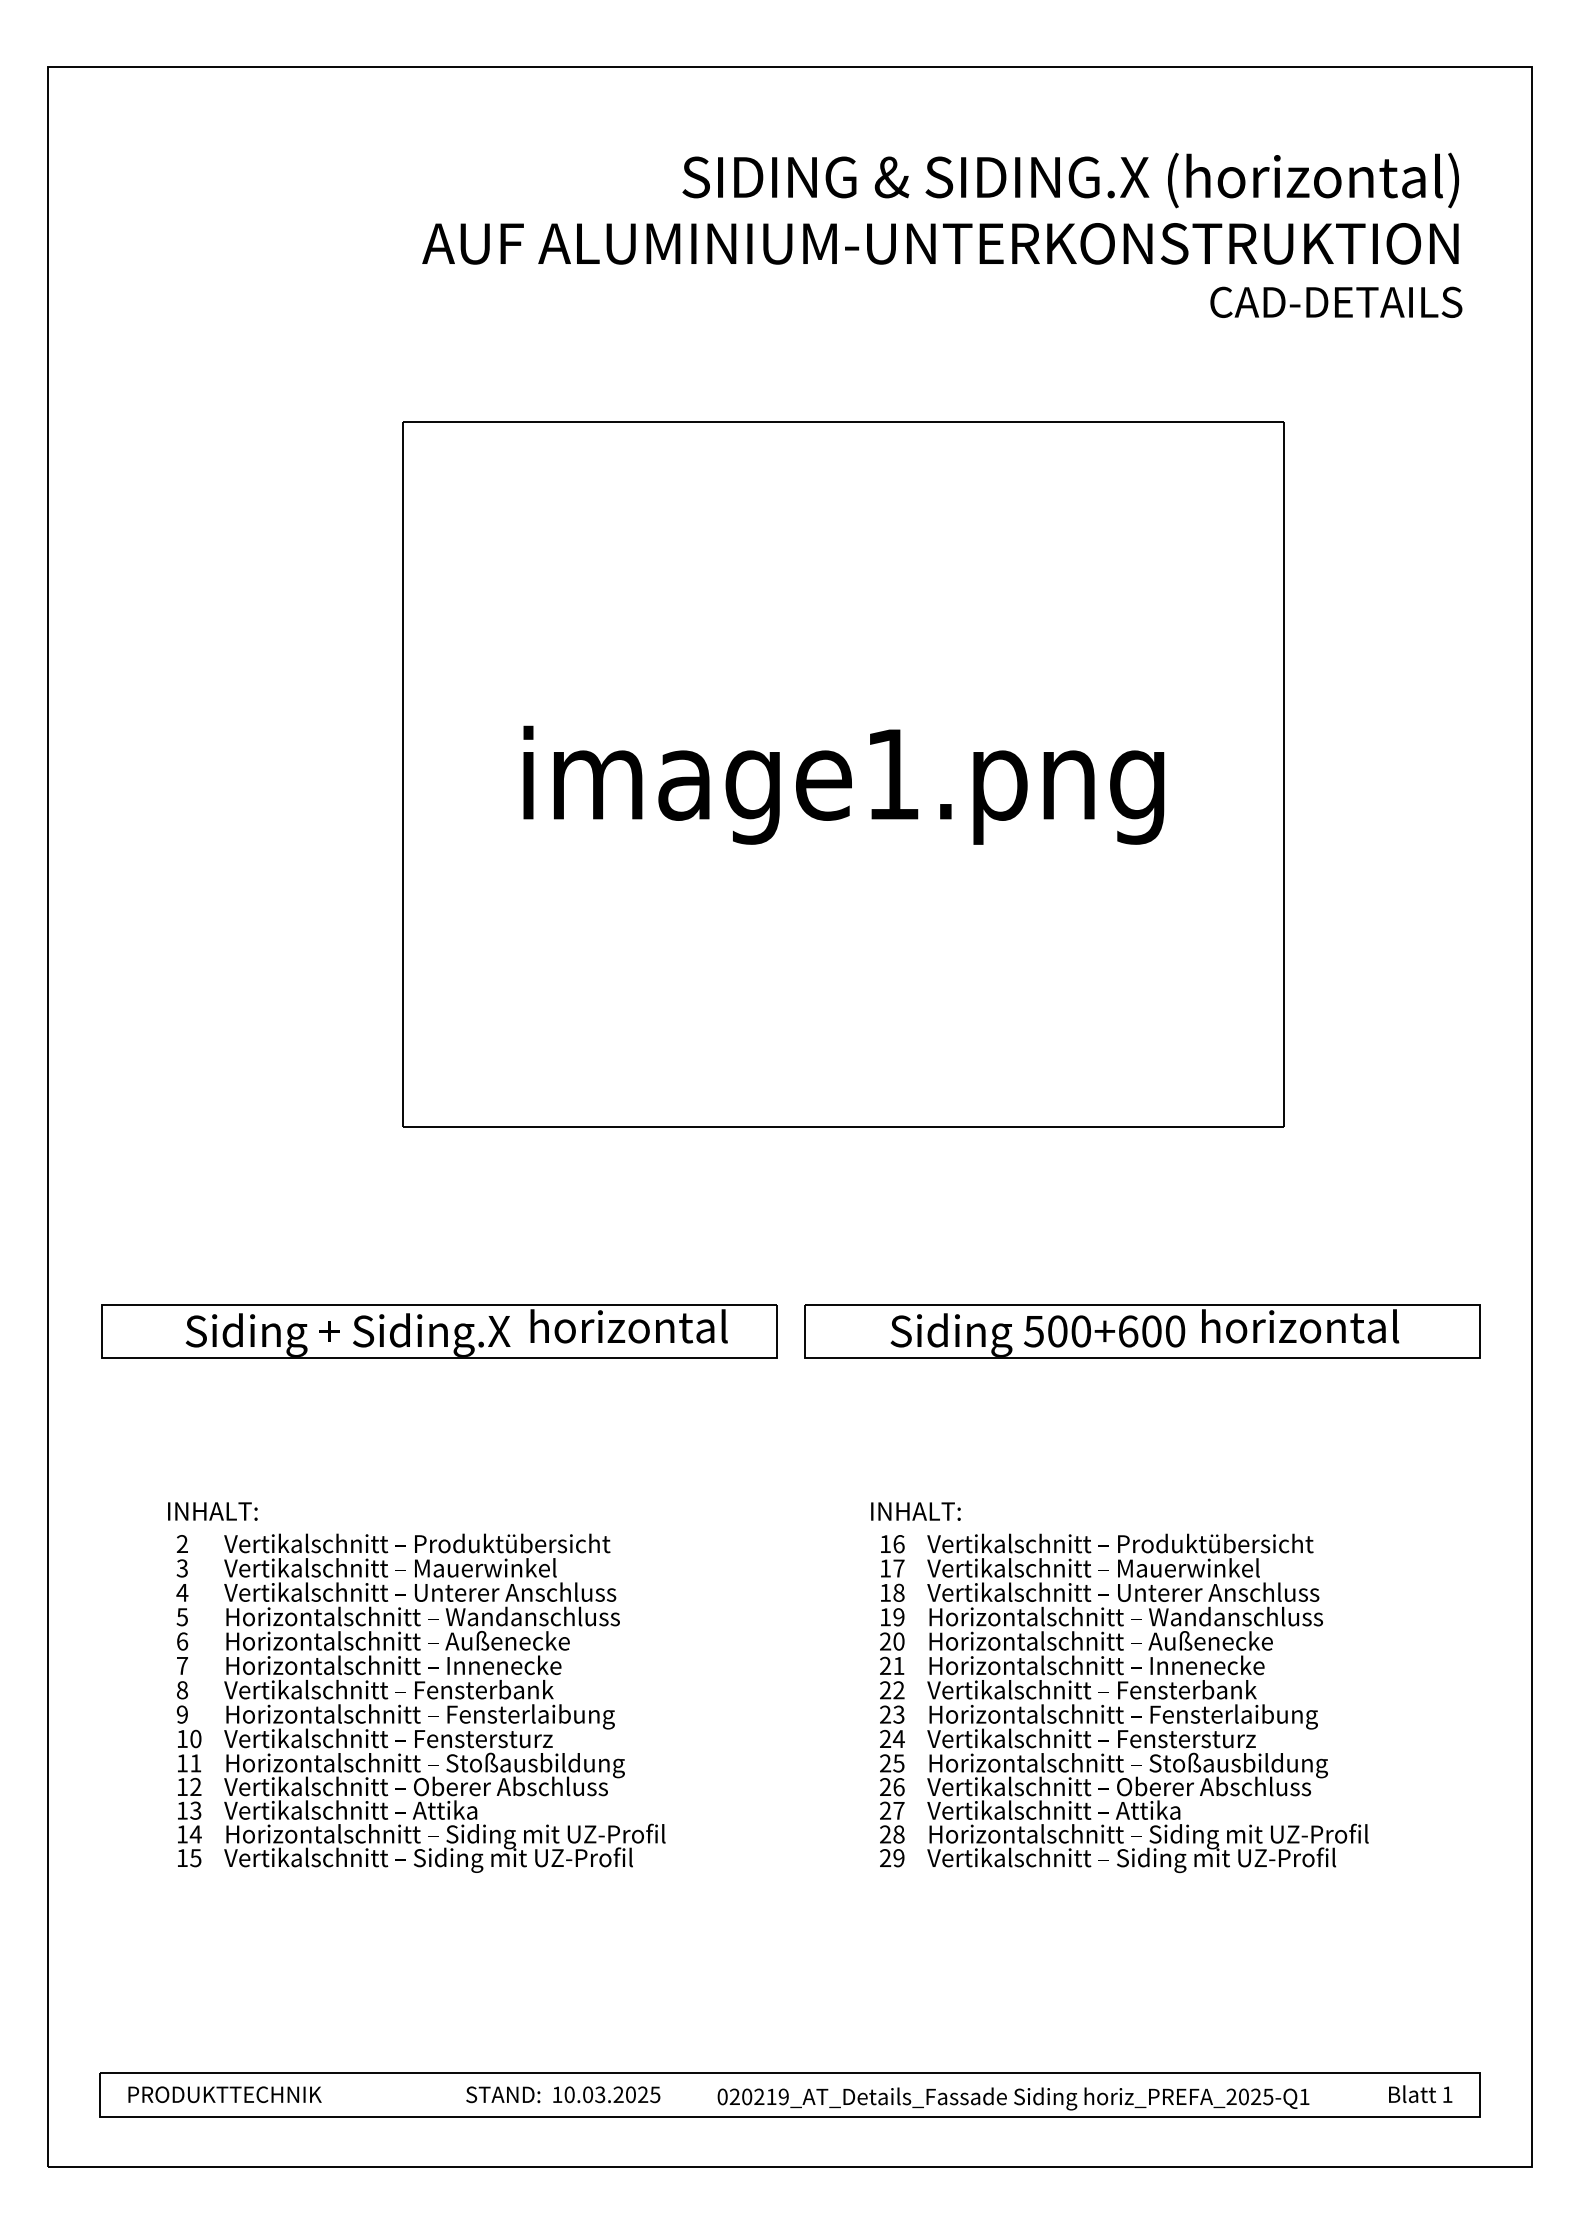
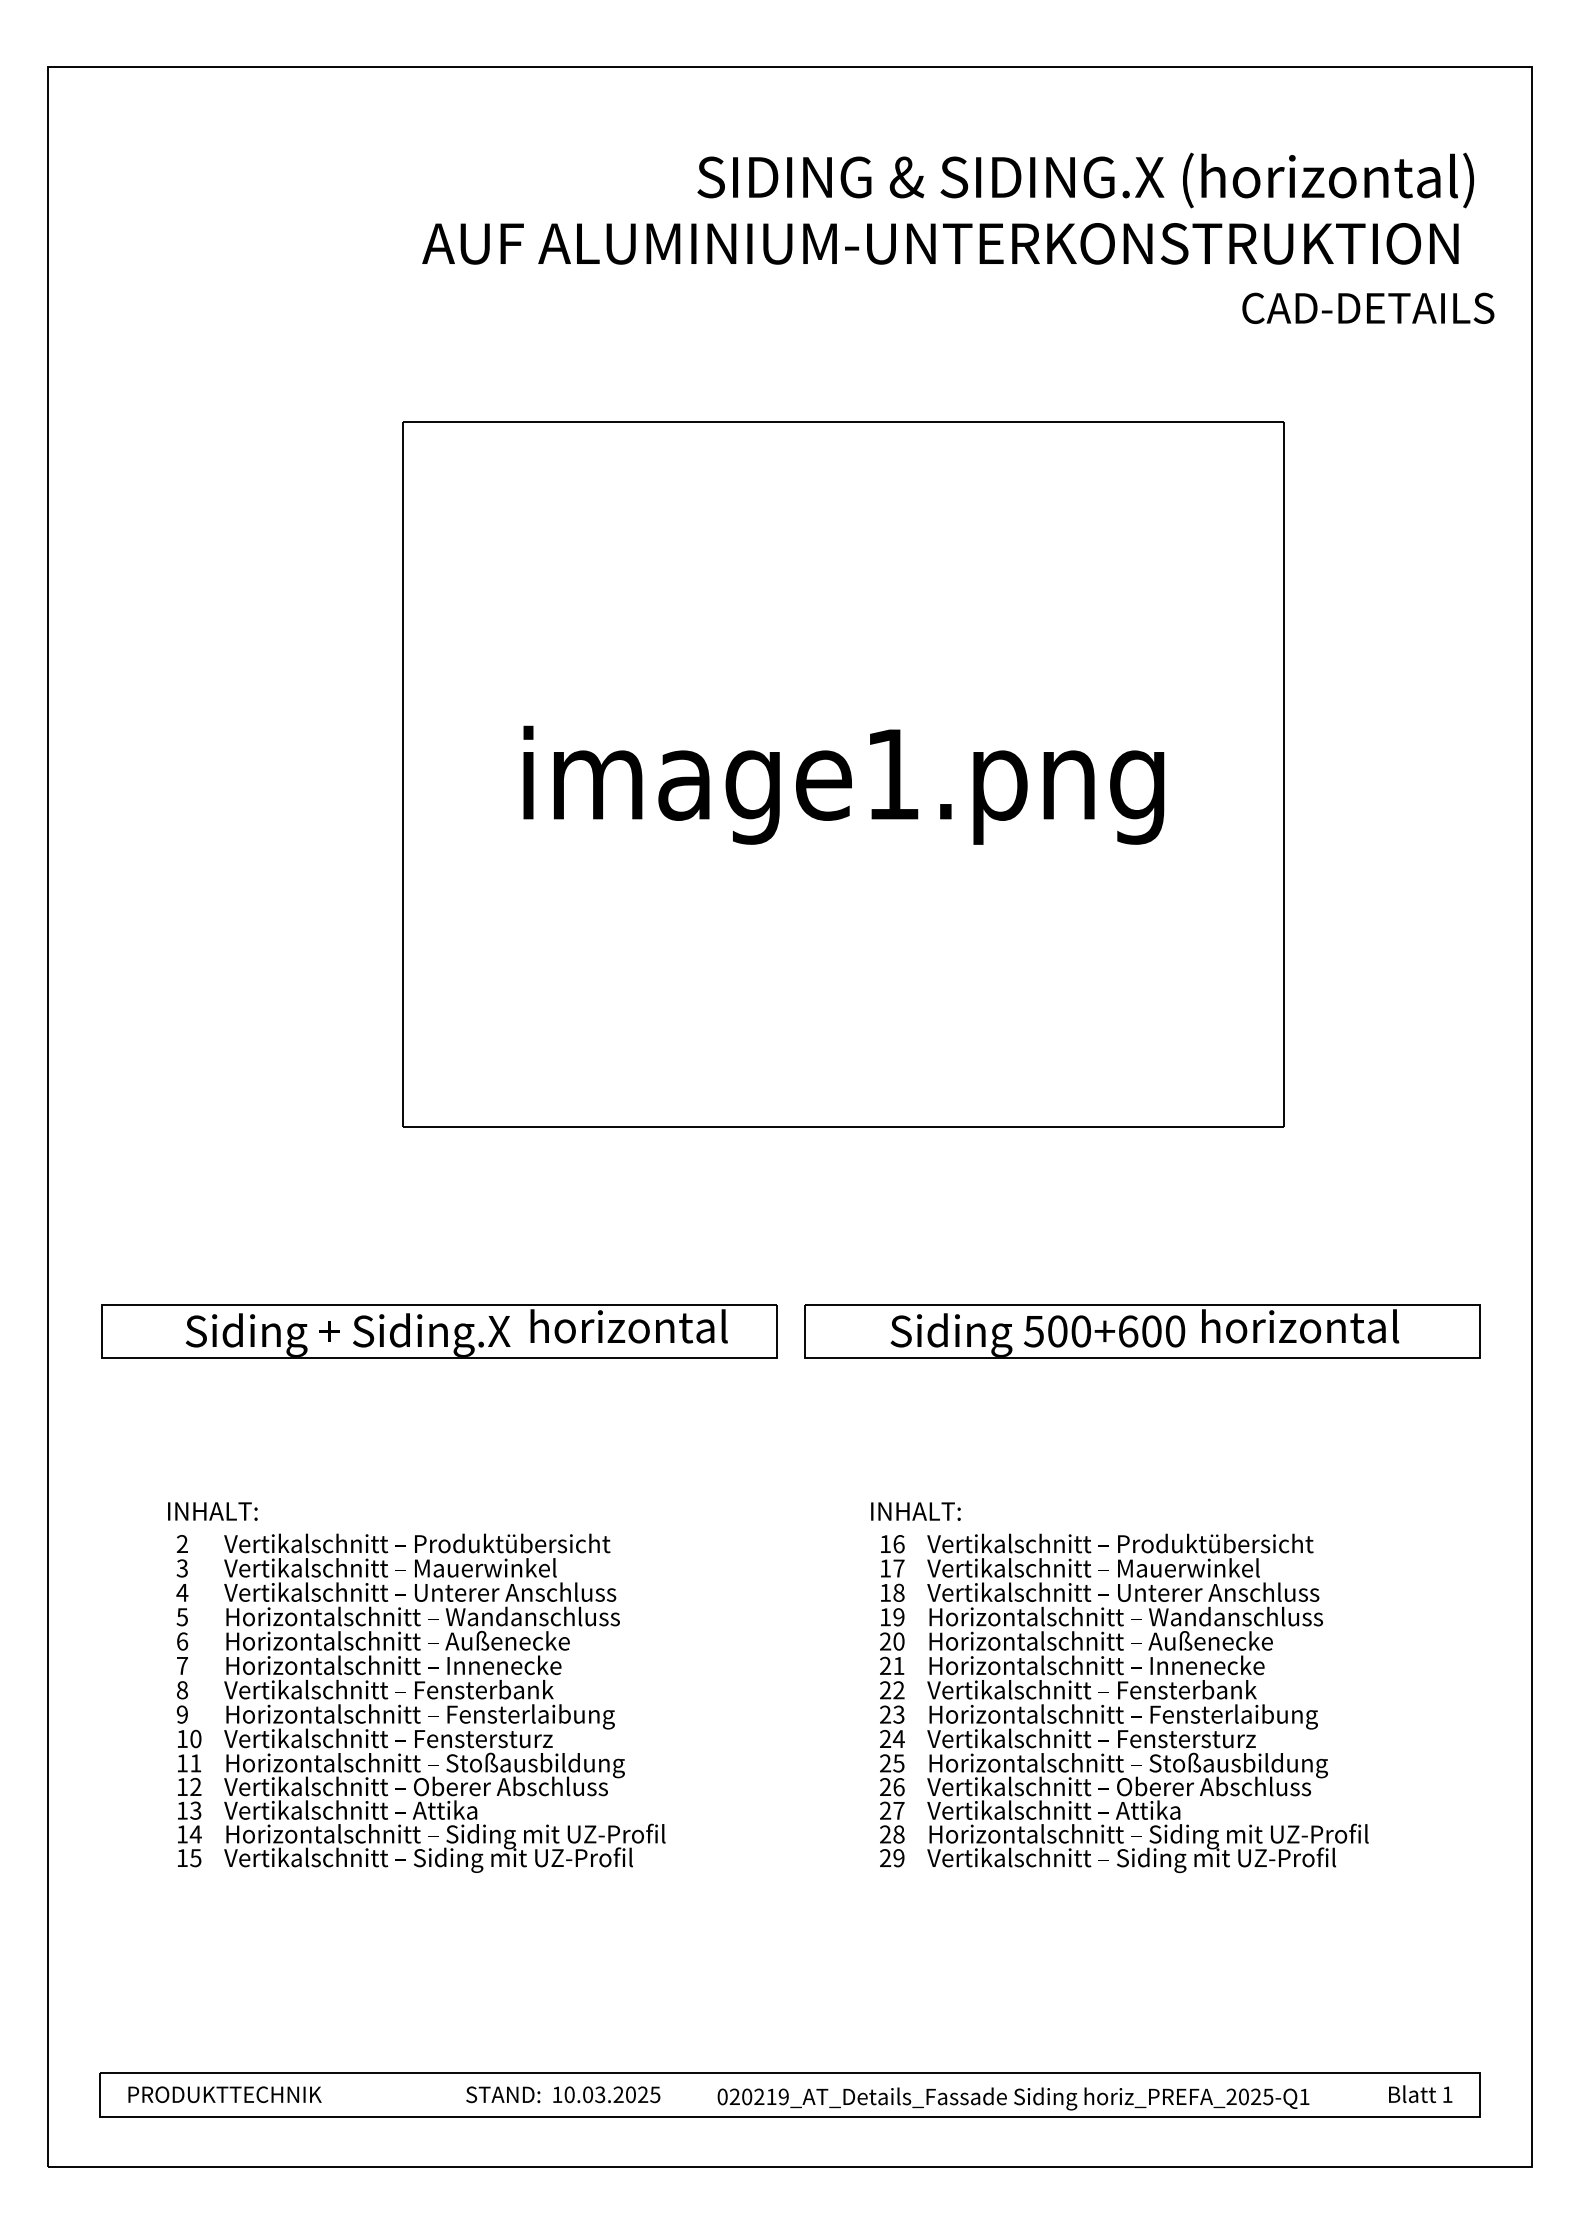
text at (1070, 180) position: (1070, 180) -> (1085, 180)
text at (1336, 301) position: (1336, 301) -> (1368, 307)
